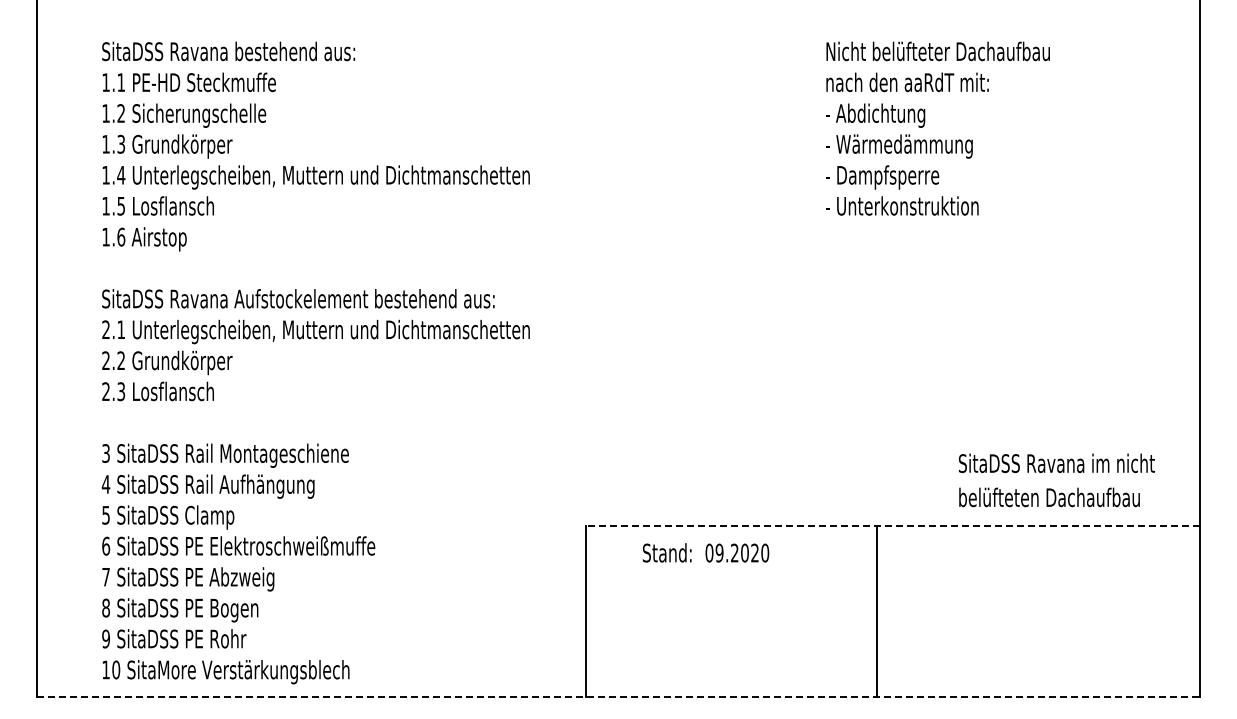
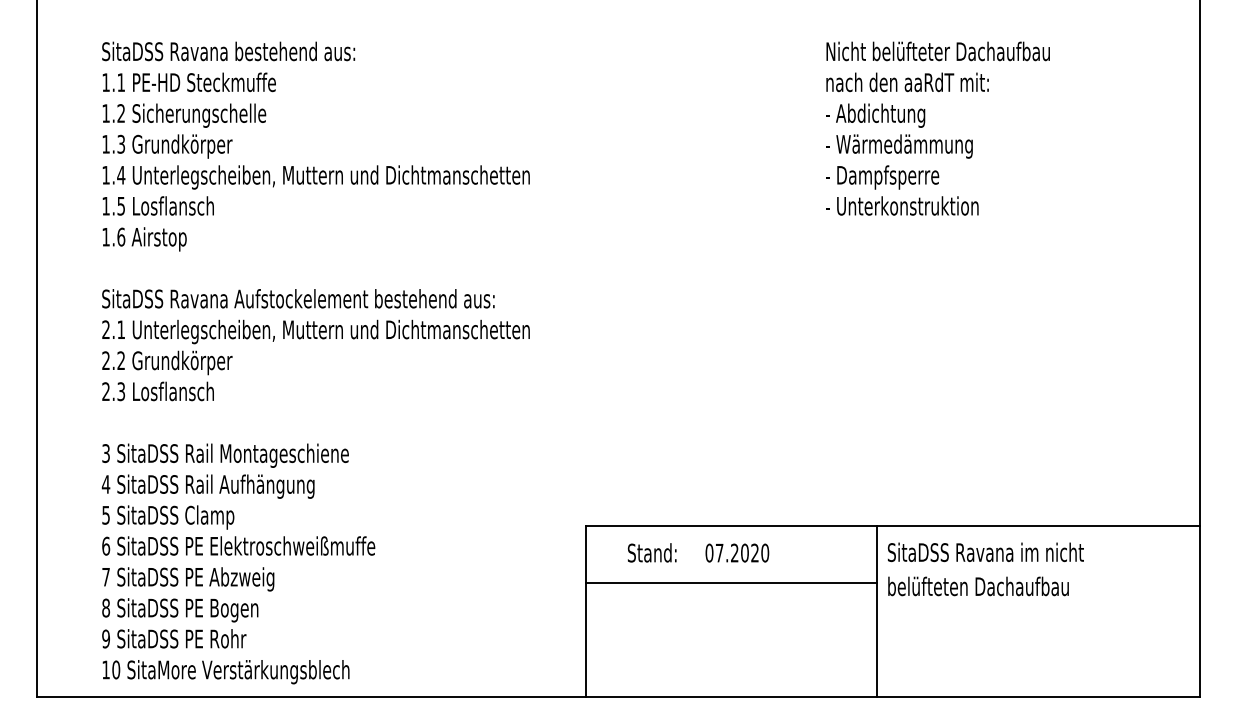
text at (1056, 480) position: (1056, 480) -> (985, 569)
line at (892, 526): dashed -> solid
text at (666, 552) position: (666, 552) -> (651, 552)
text at (719, 552): 09.2020 -> 07.2020
line at (730, 583): none -> present
line at (618, 697): dashed -> solid
